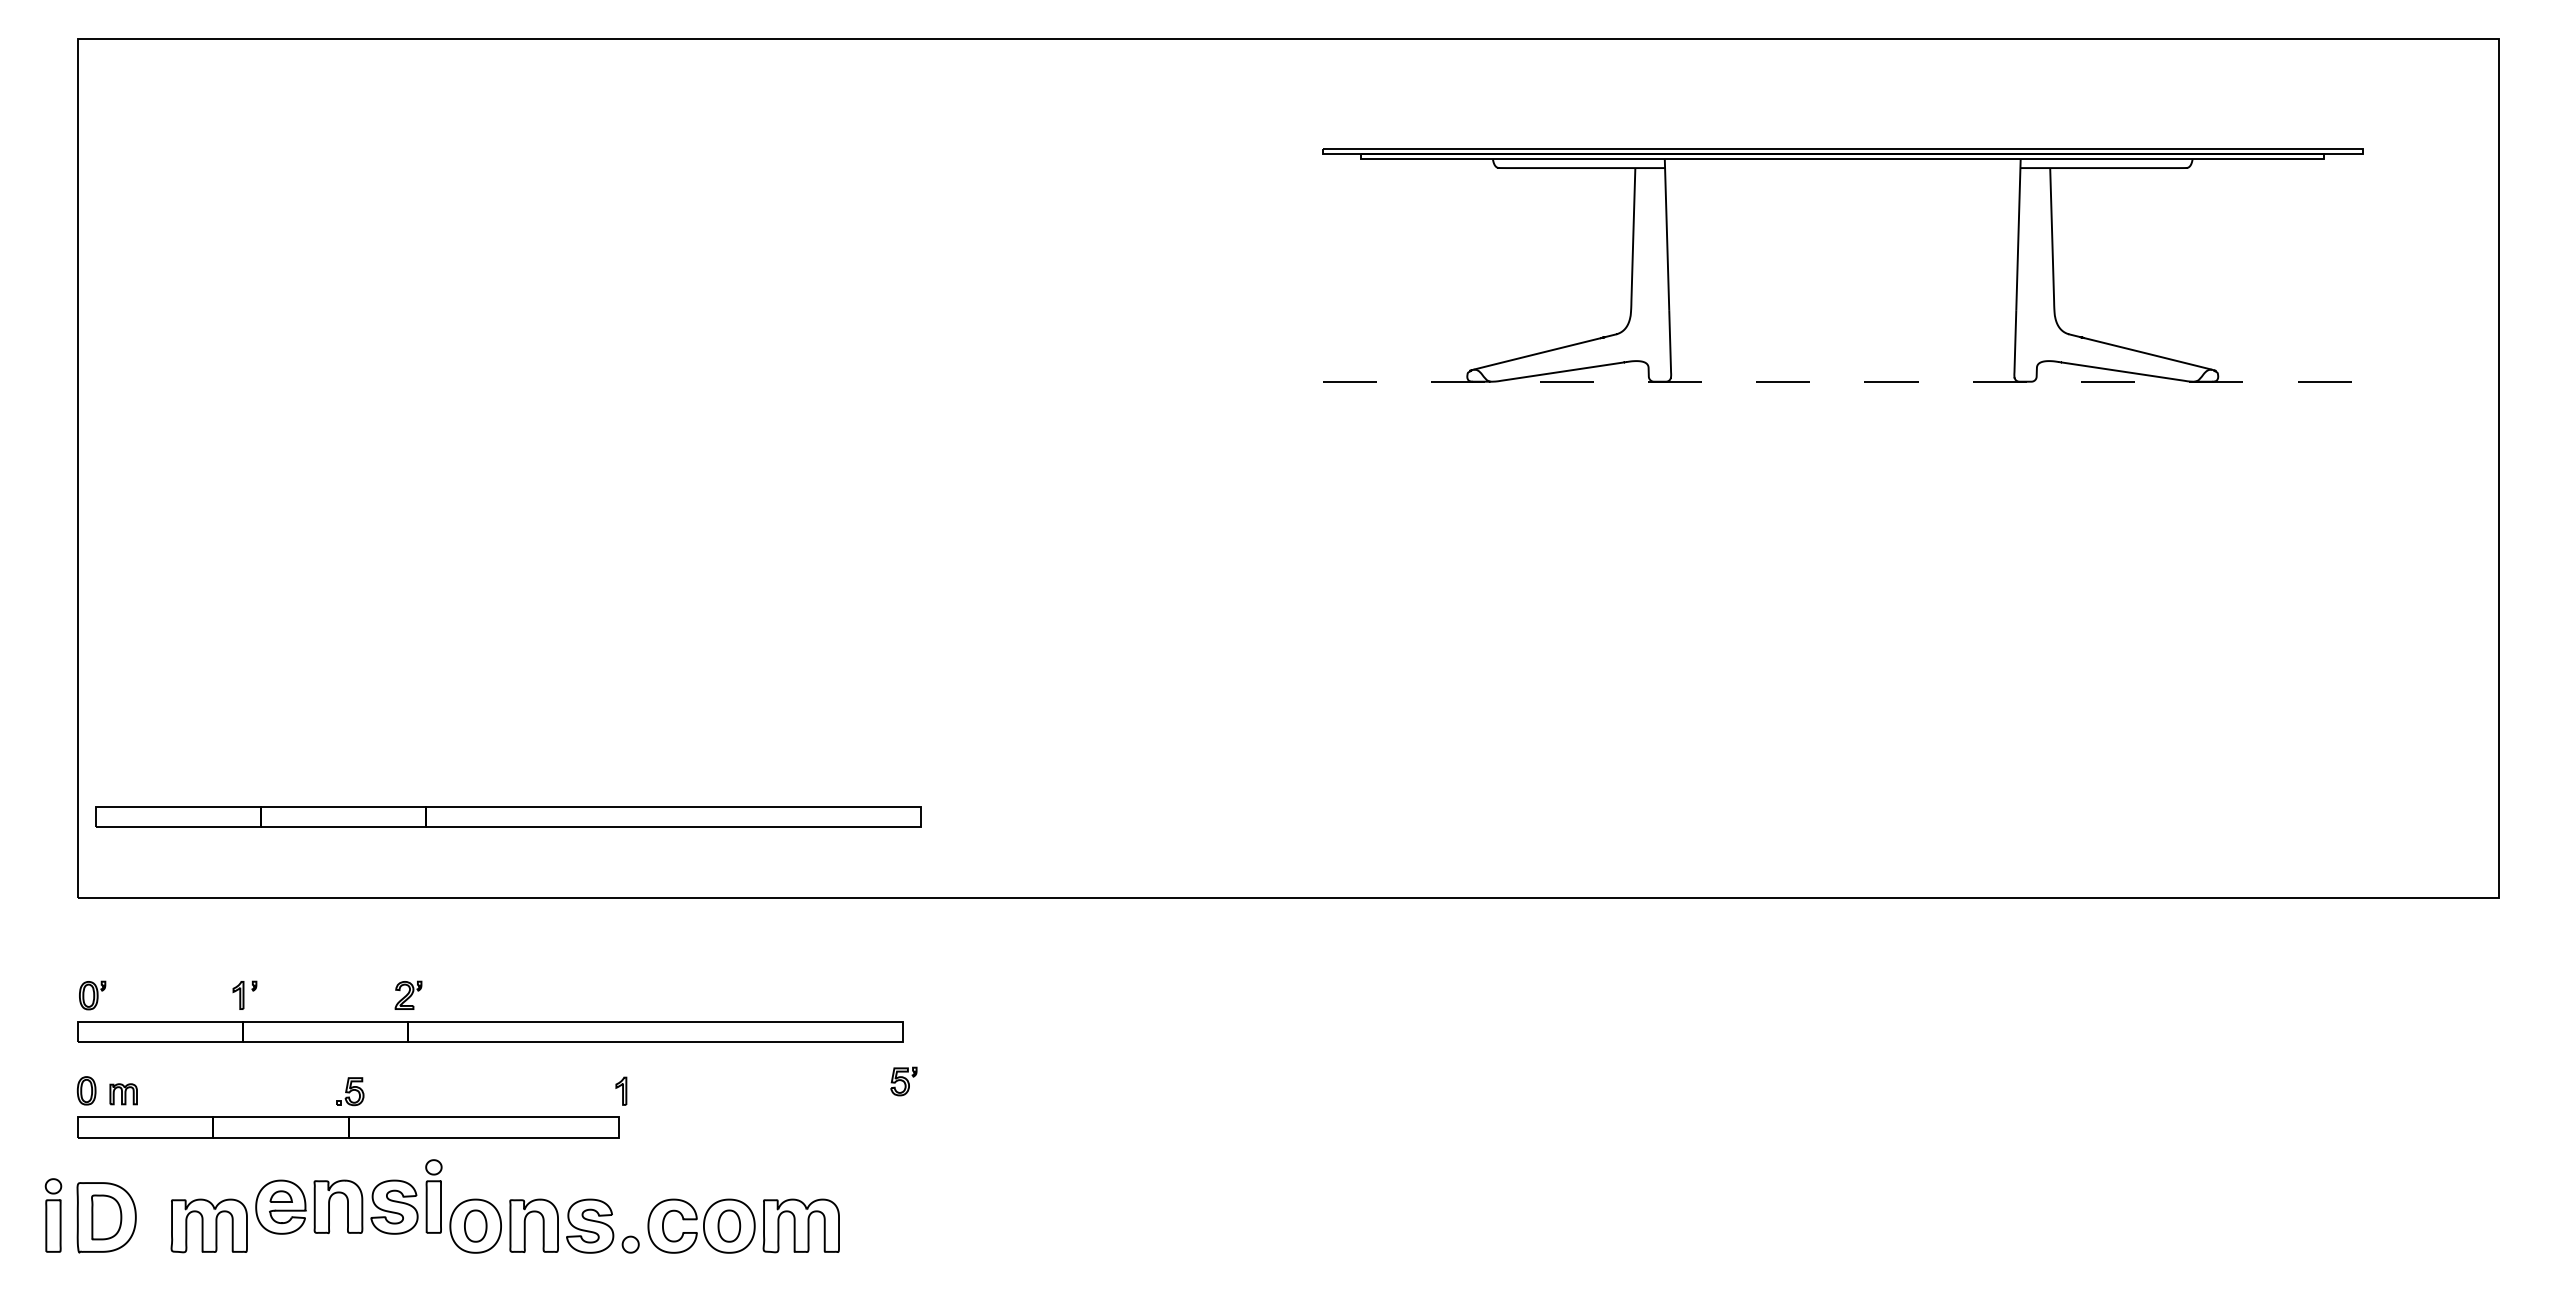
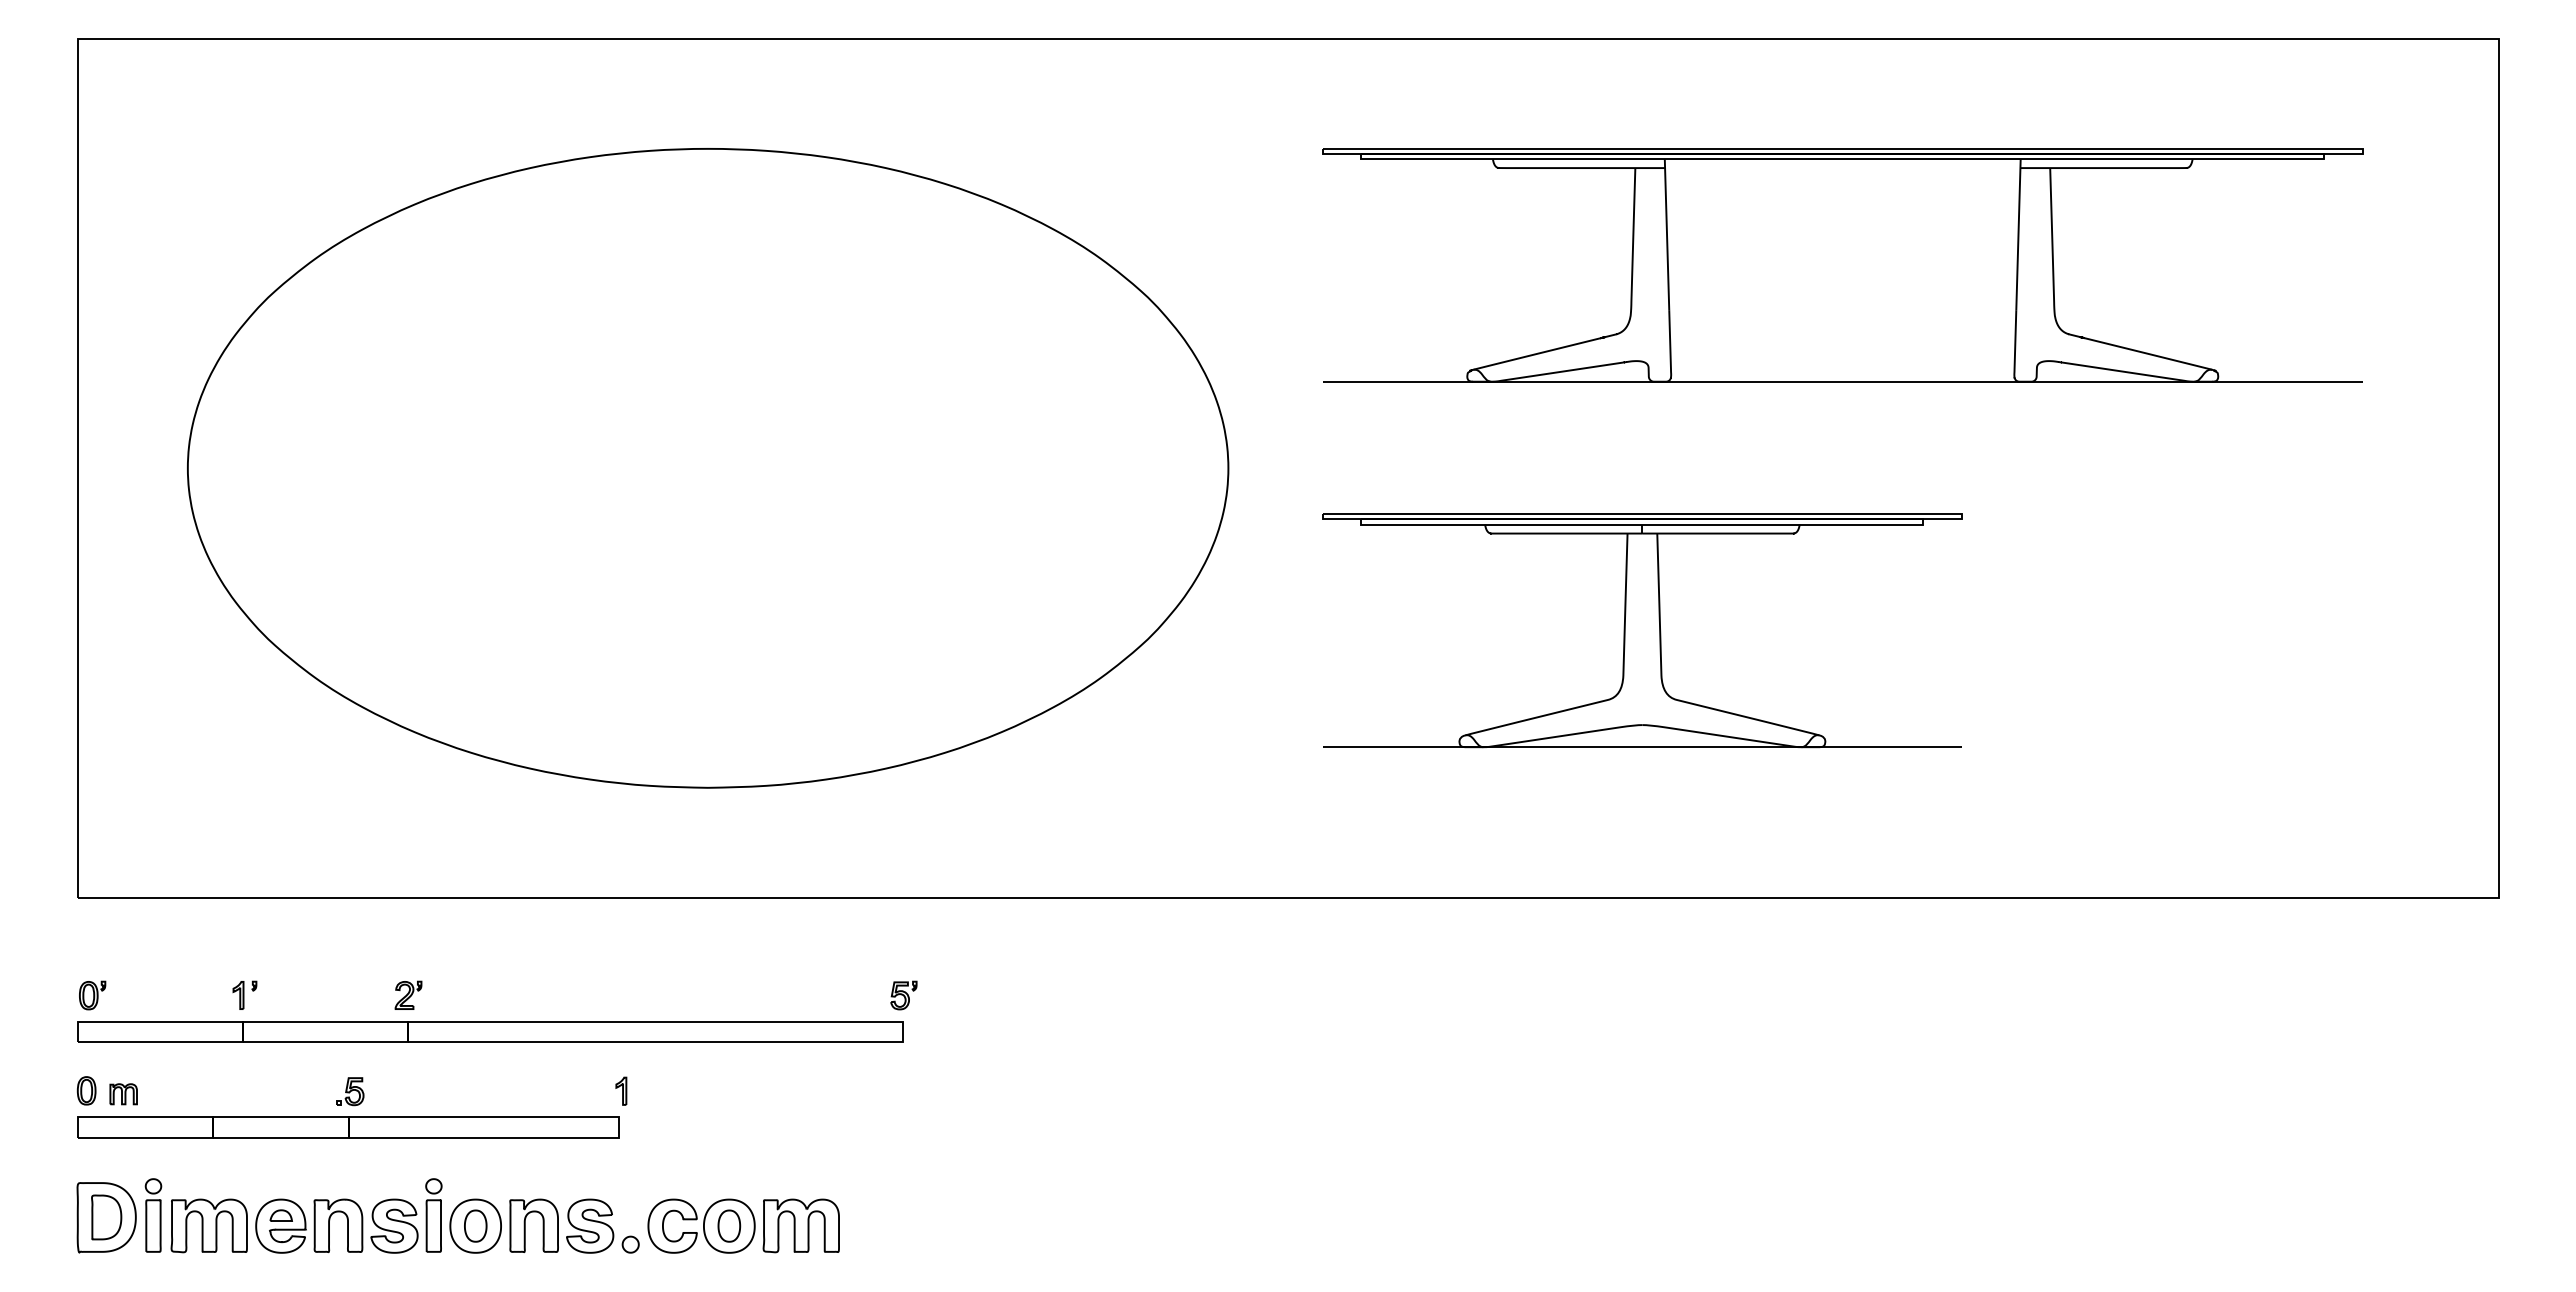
line at (1842, 381): dashed -> solid
part at (708, 468): none -> present
part at (1642, 630): none -> present
part at (508, 816): present -> none
part at (903, 1081) position: (903, 1081) -> (903, 995)
part at (348, 1196) position: (348, 1196) -> (348, 1215)
part at (53, 1215) position: (53, 1215) -> (153, 1215)
